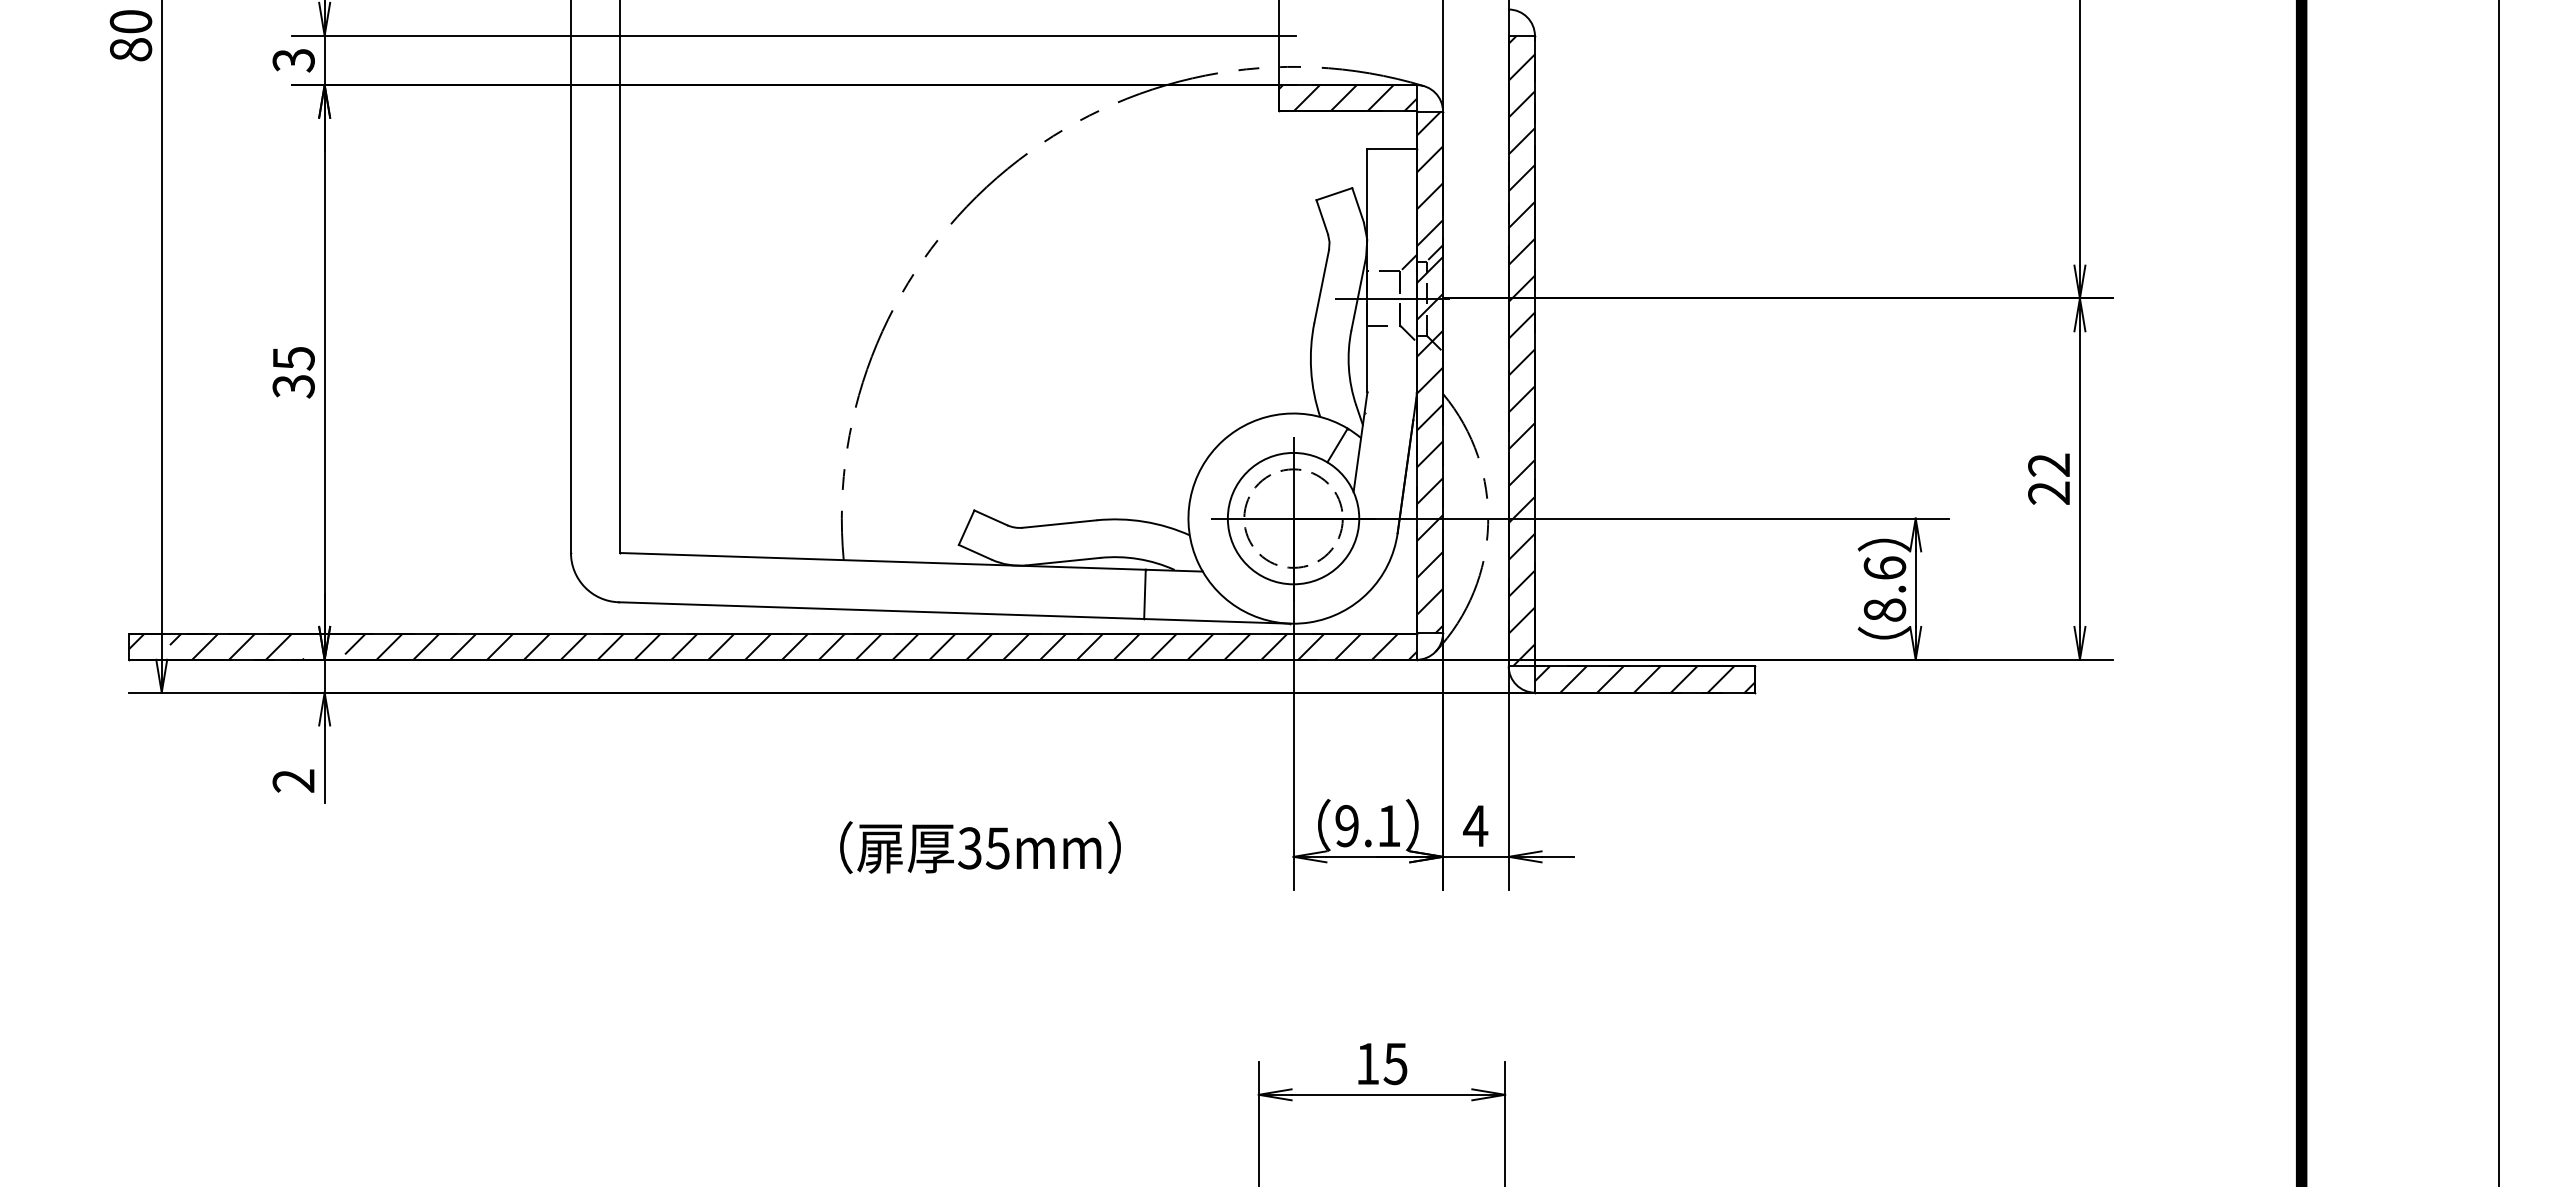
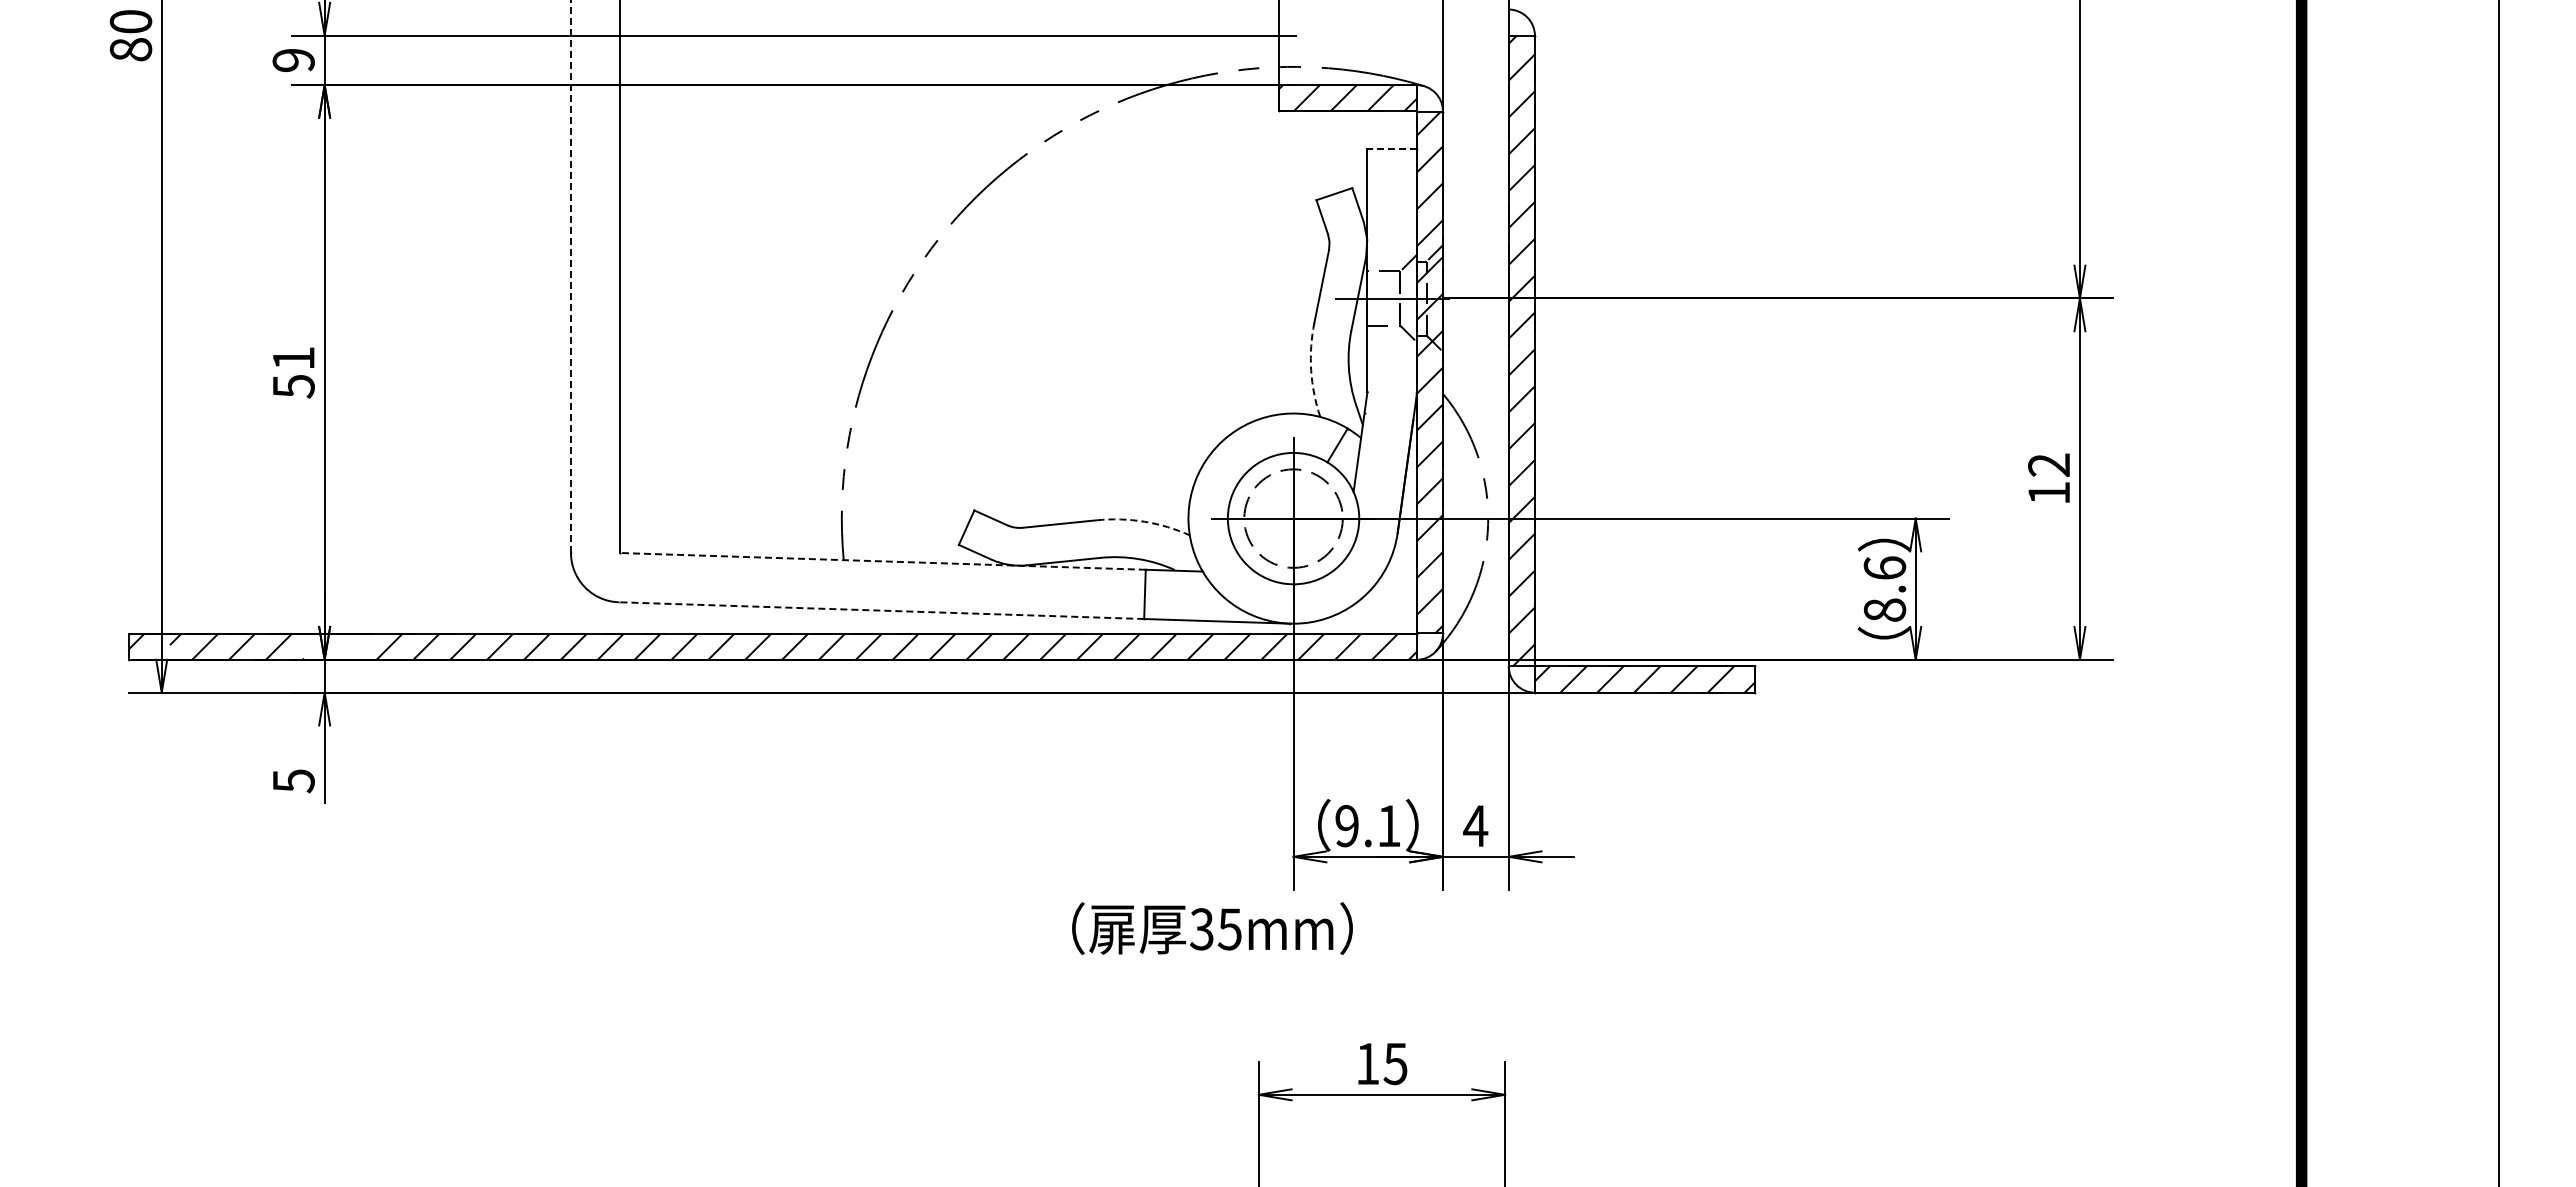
text at (293, 60): 3 -> 9
line at (1392, 149): solid -> dashed
line at (570, 276): solid -> dashed
arc at (1311, 370): solid -> dashed
text at (293, 372): 35 -> 51
text at (2048, 492): 22 -> 12
arc at (1144, 521): solid -> dashed
line at (883, 561): solid -> dashed
line at (881, 610): solid -> dashed
line at (355, 643): present -> none
text at (293, 781): 2 -> 5
text at (980, 847) position: (980, 847) -> (1212, 928)
